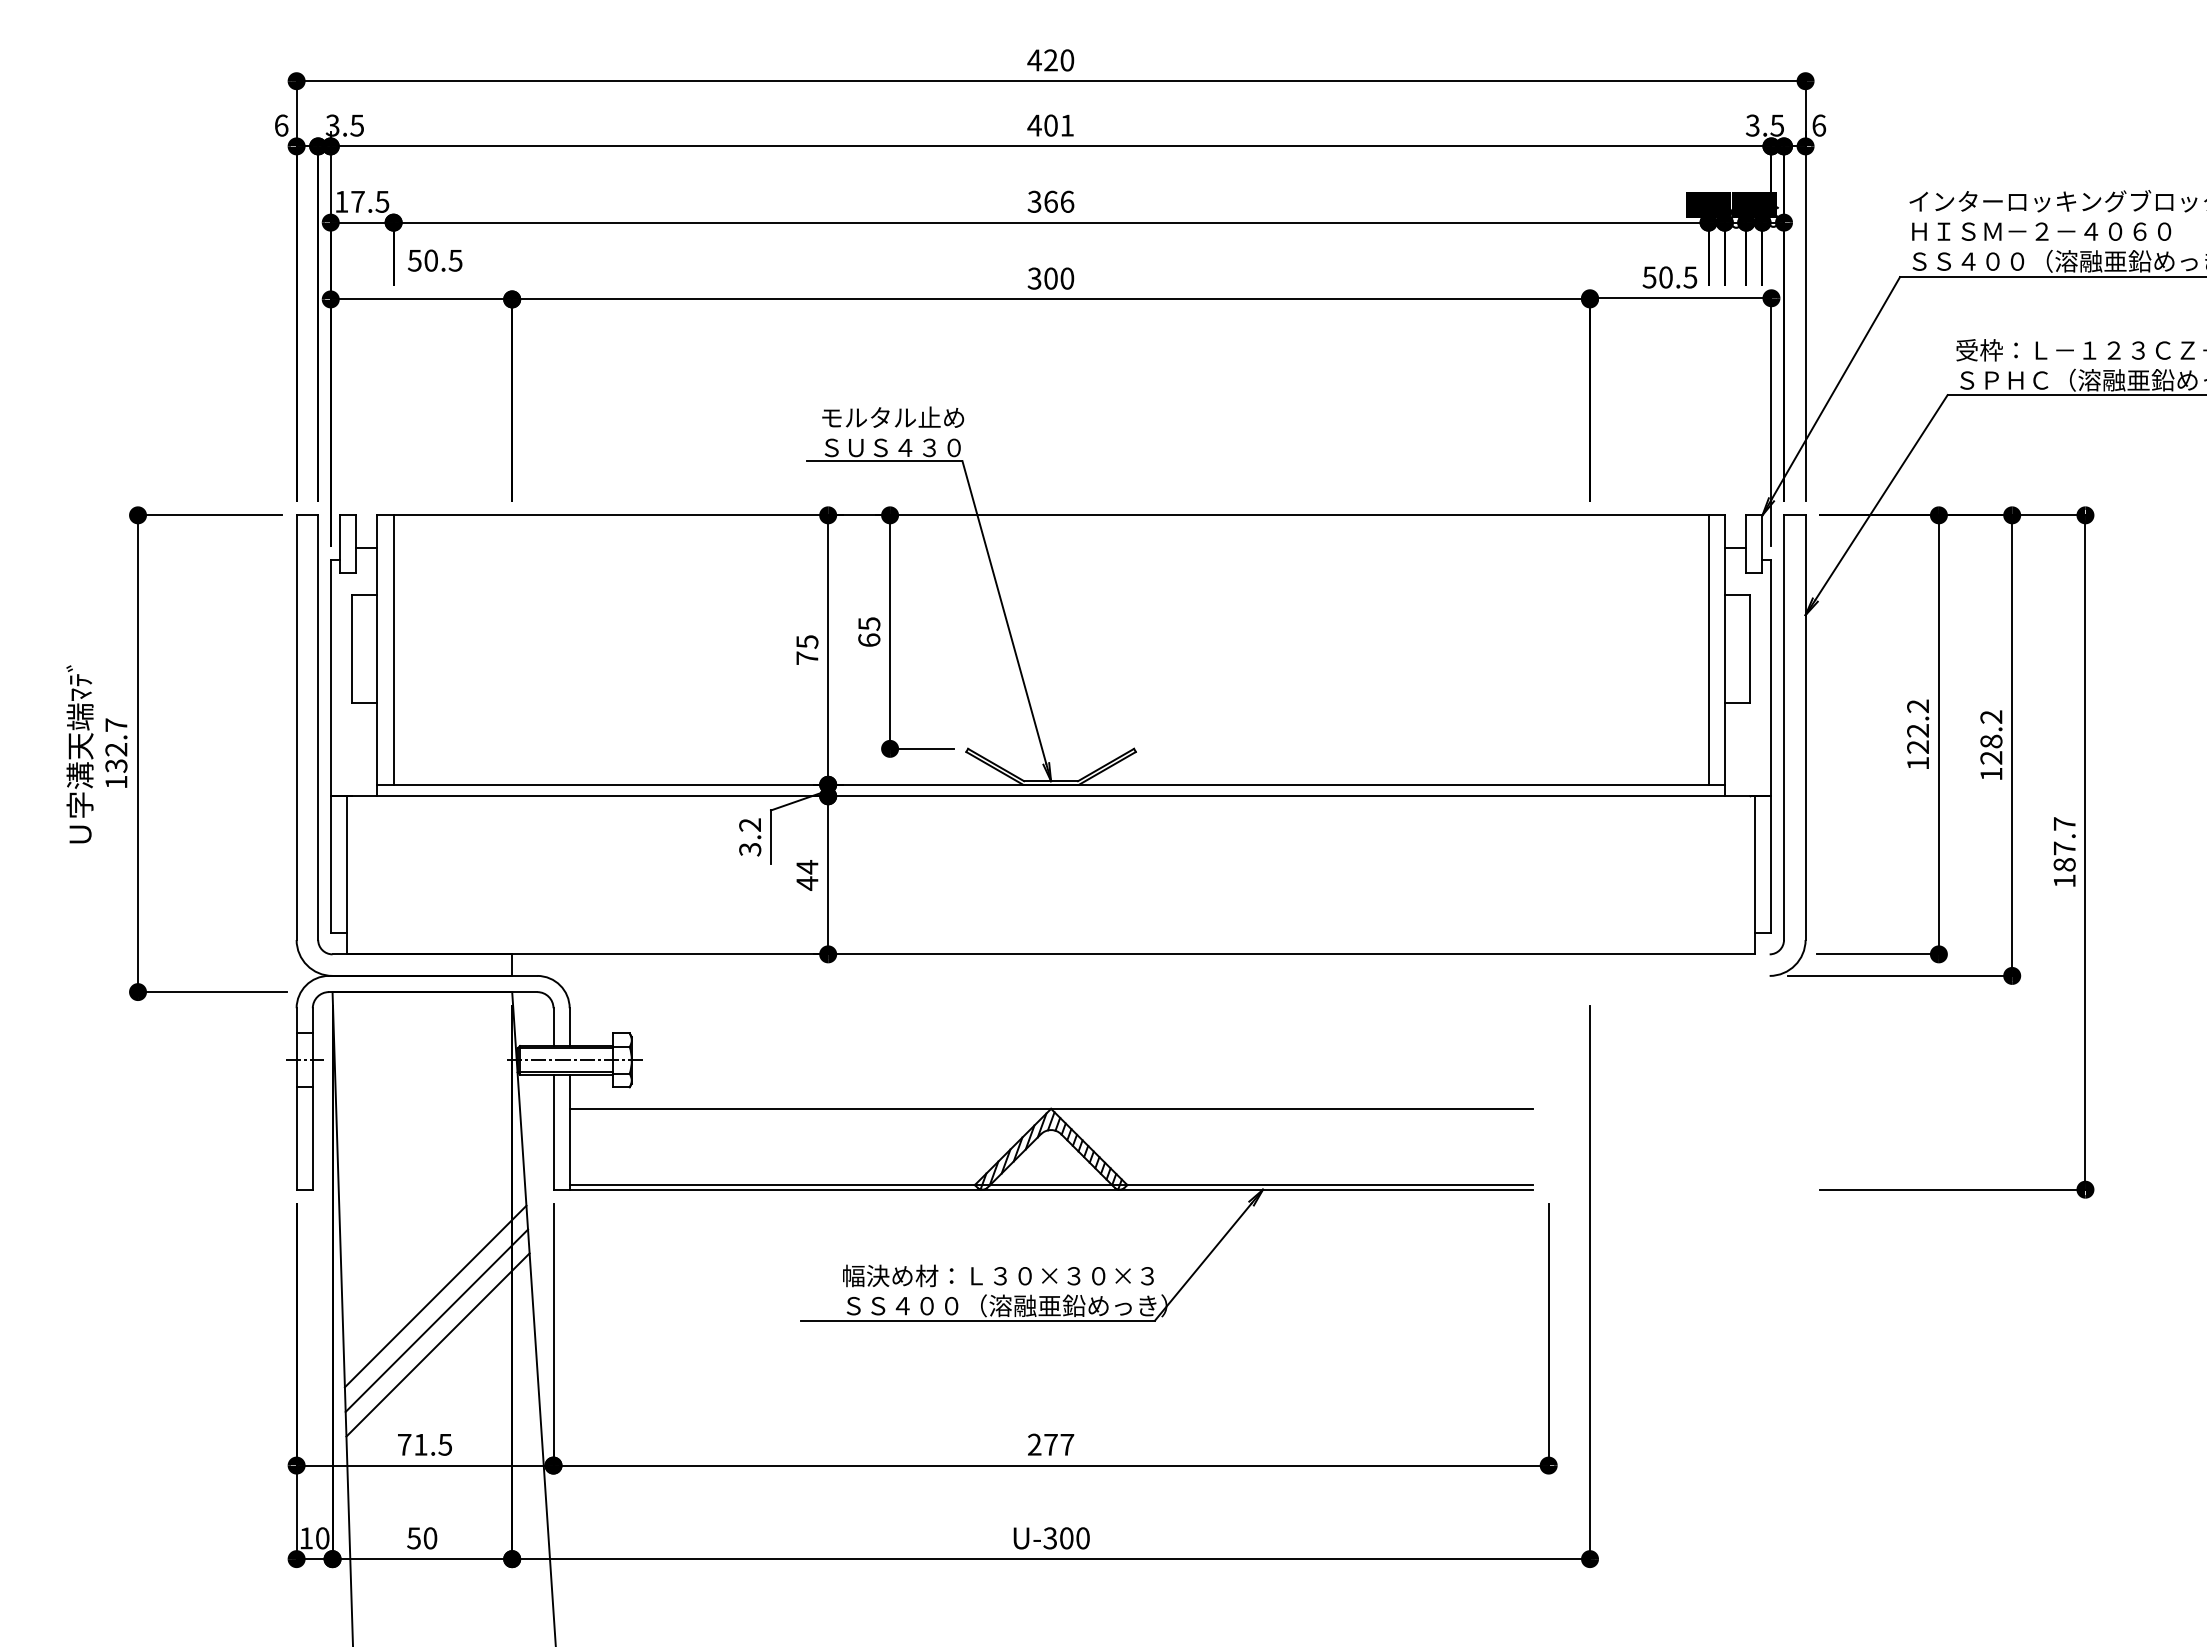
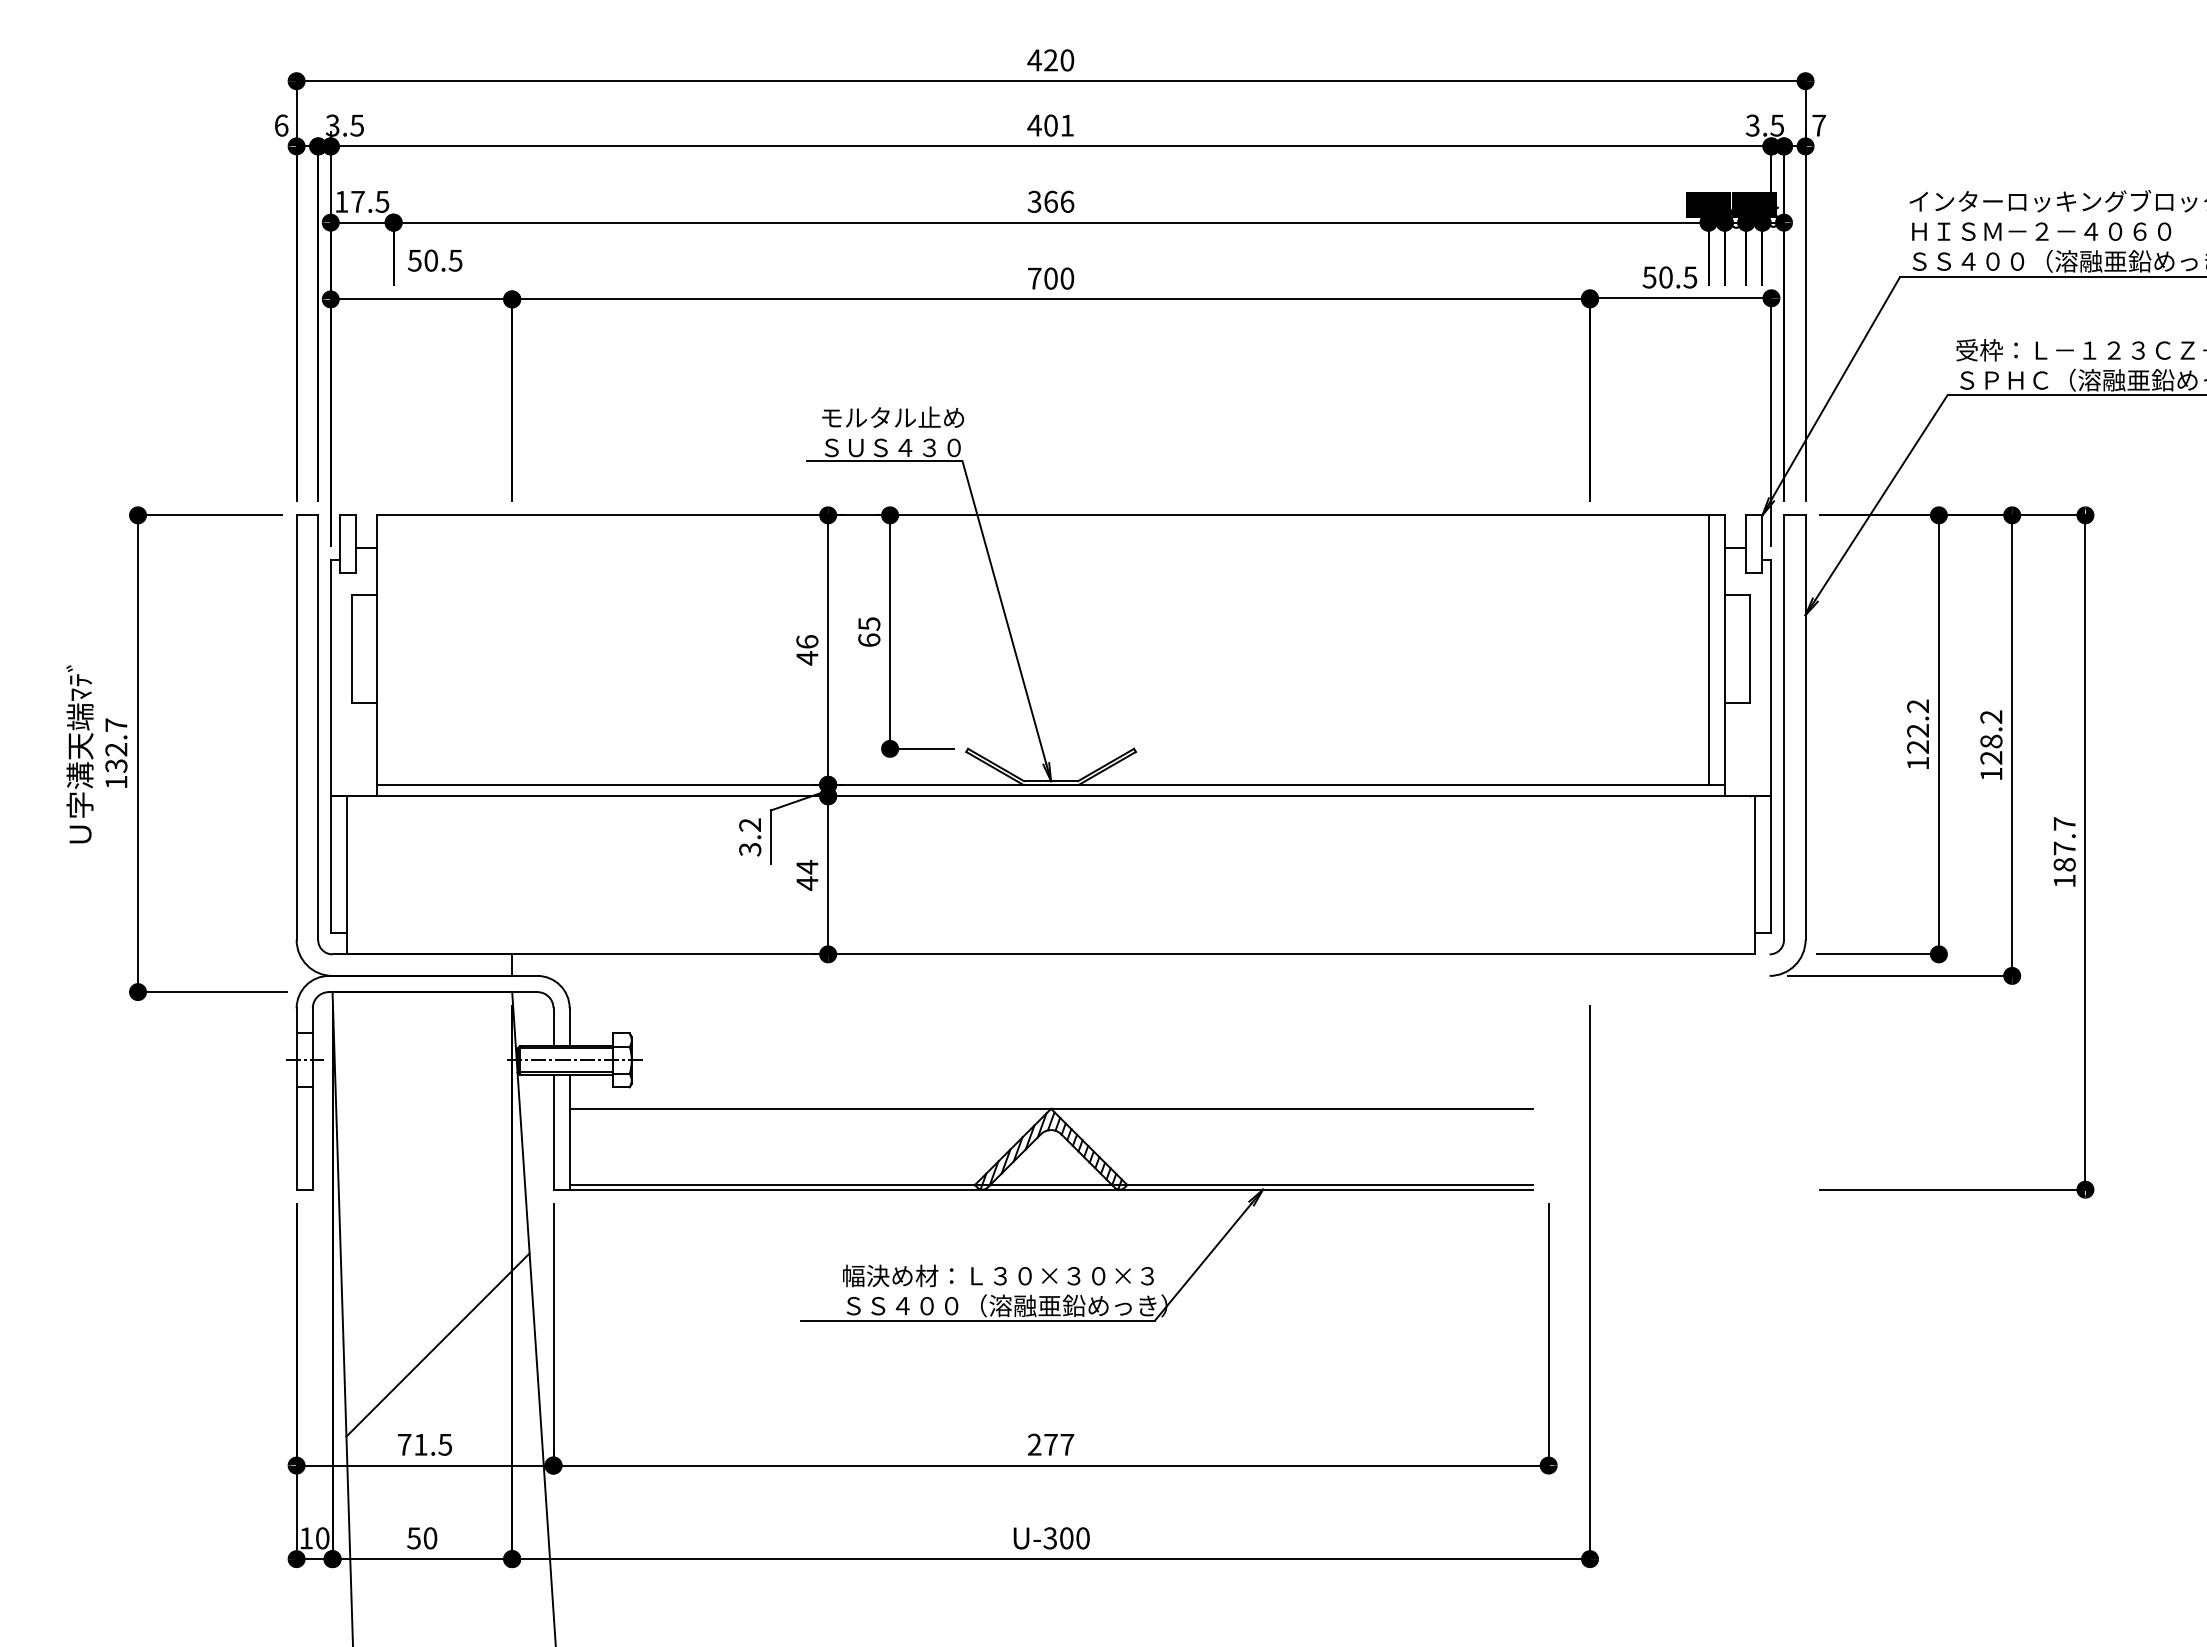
text at (1819, 125): 6 -> 7
text at (1034, 278): 300 -> 700
line at (393, 649): present -> none
text at (807, 650): 75 -> 46
line at (435, 1296): present -> none
line at (436, 1320): present -> none
